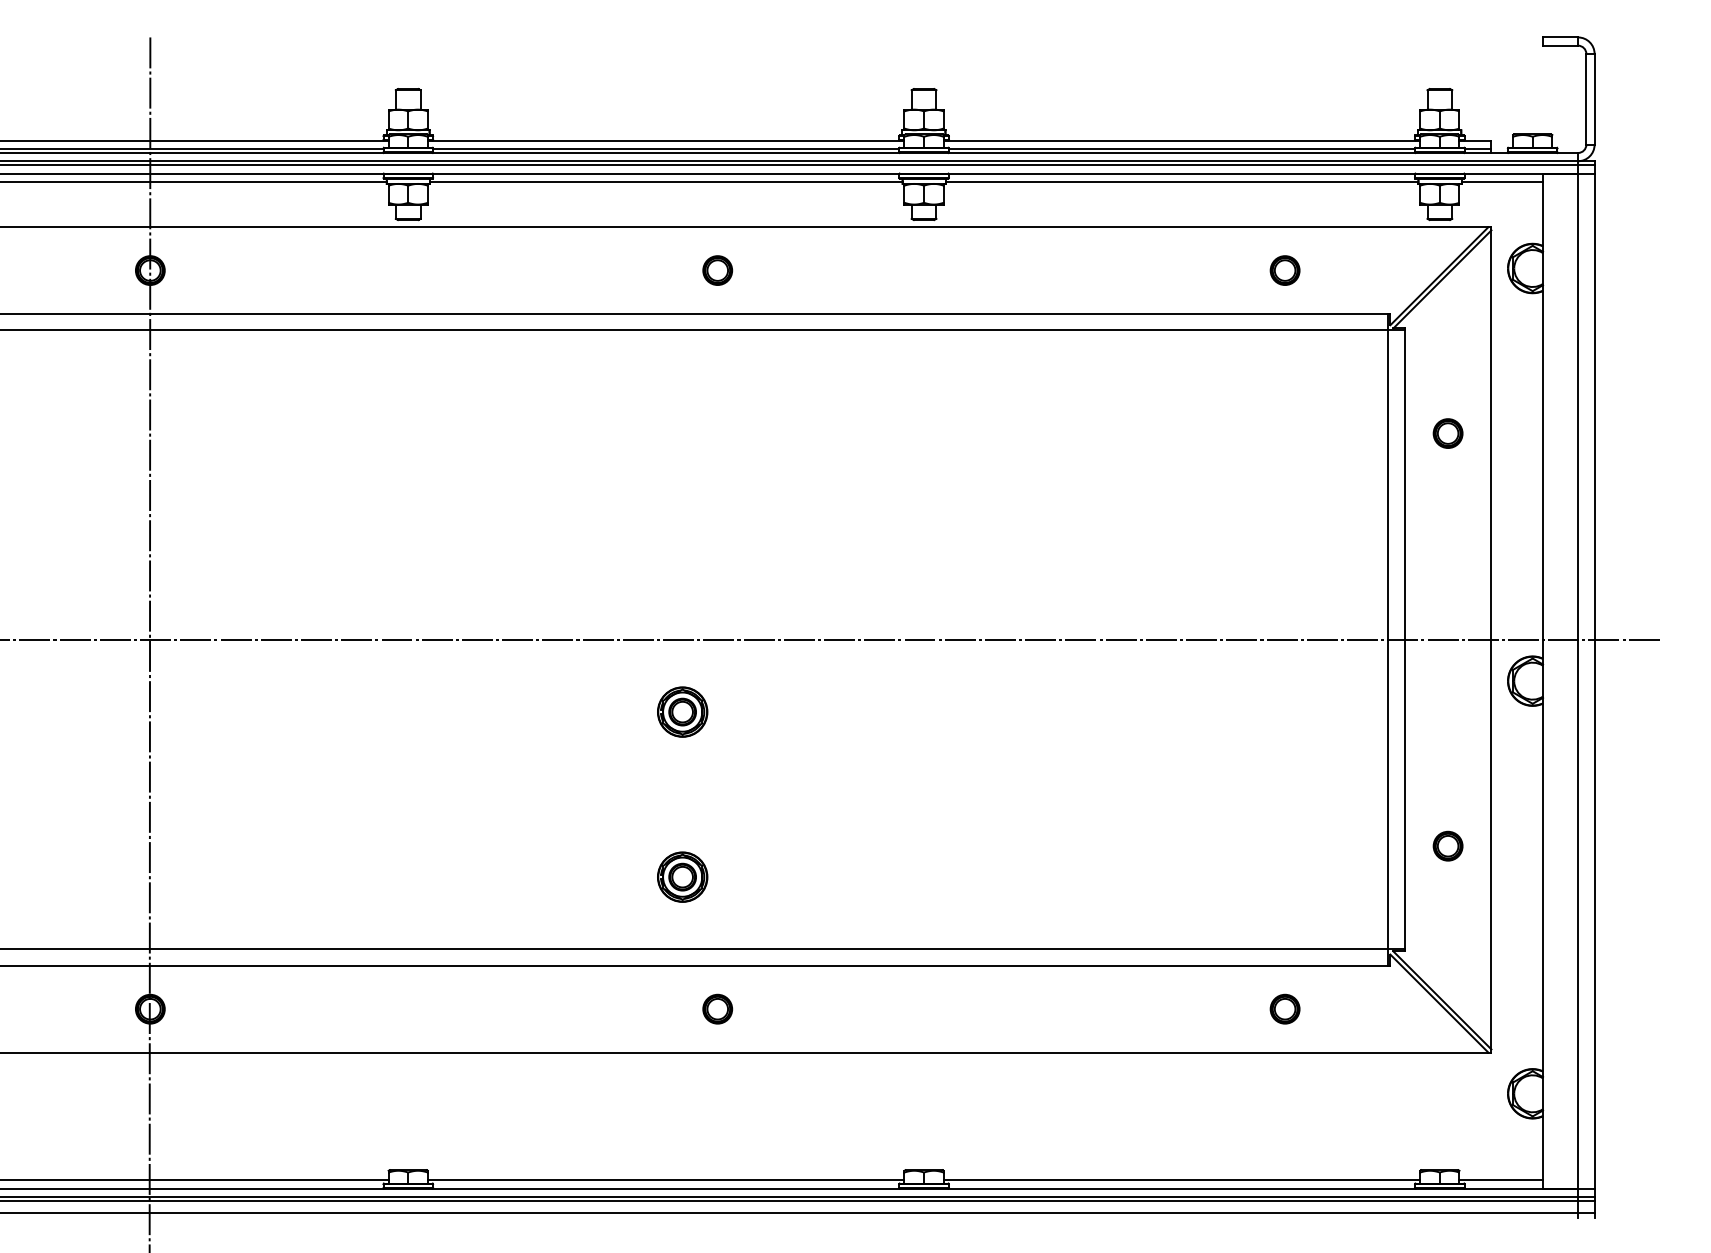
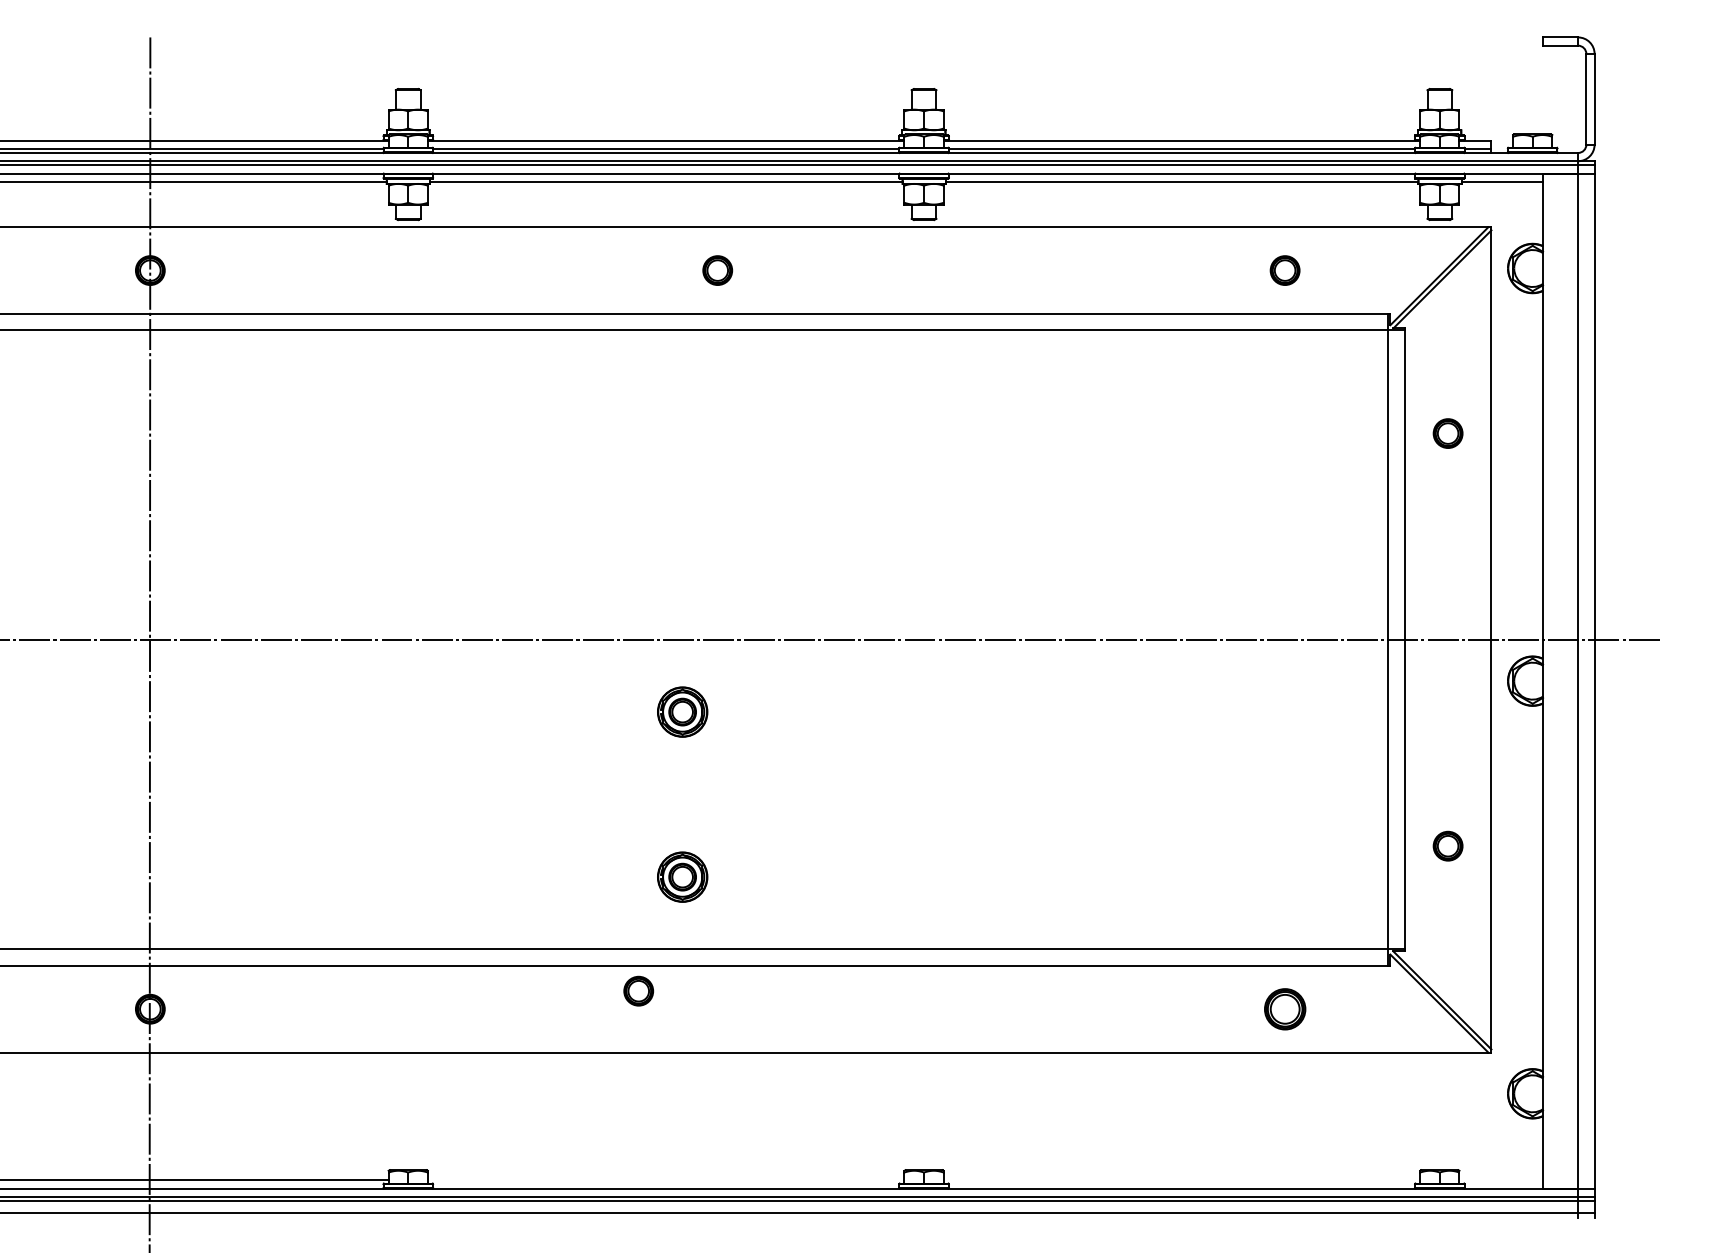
part at (717, 1008) position: (717, 1008) -> (638, 990)
part at (1284, 1008) size: 32x32 px -> 43x43 px
line at (665, 1180): present -> none
line at (1181, 1180): present -> none
line at (1501, 1180): present -> none
